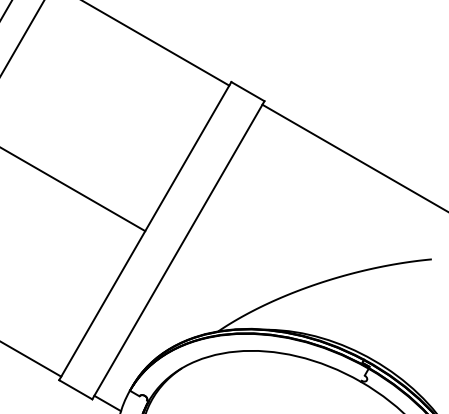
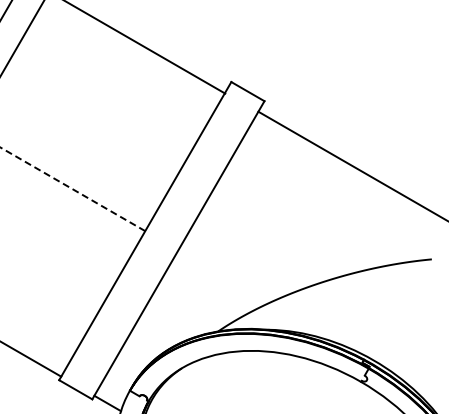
line at (156, 43) position: (156, 43) -> (146, 47)
line at (353, 157) position: (353, 157) -> (351, 165)
line at (72, 189): solid -> dashed
